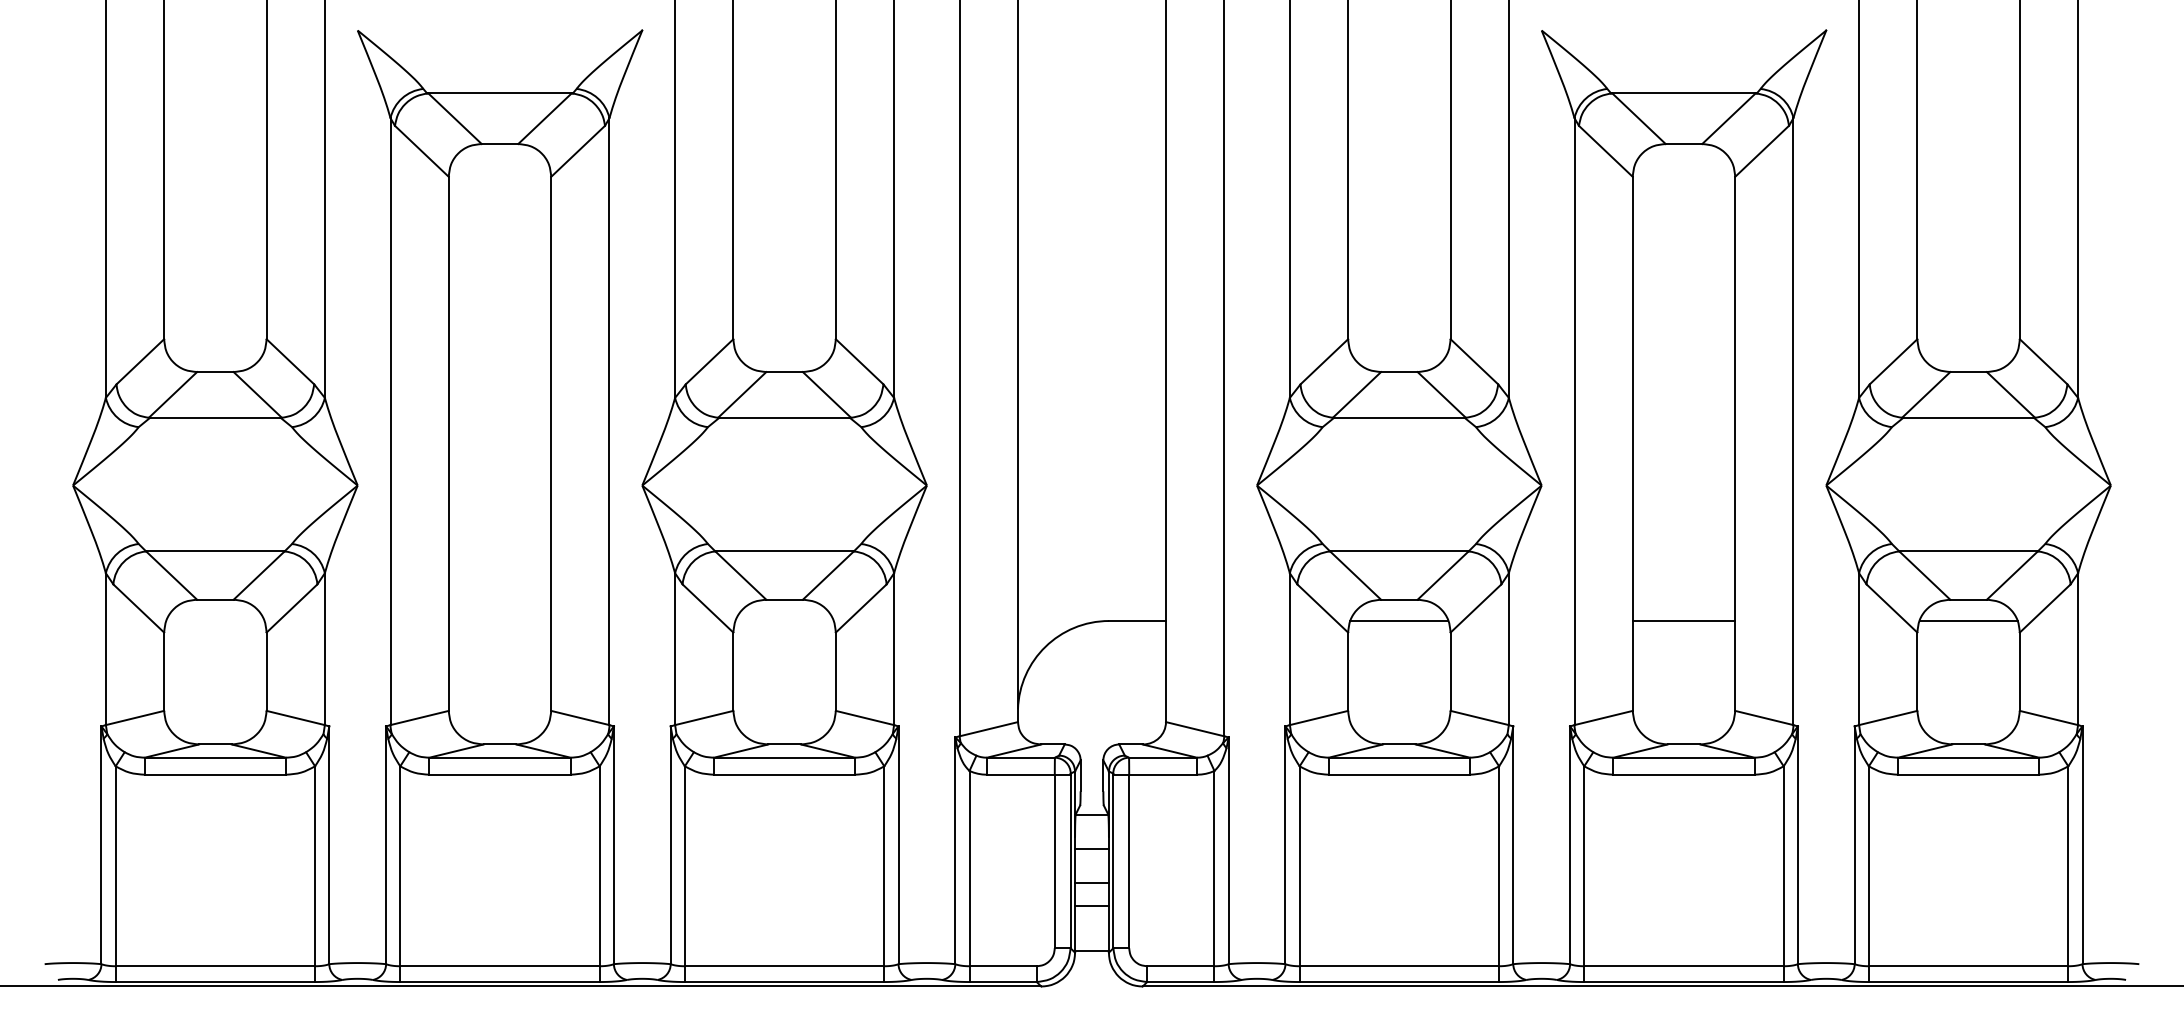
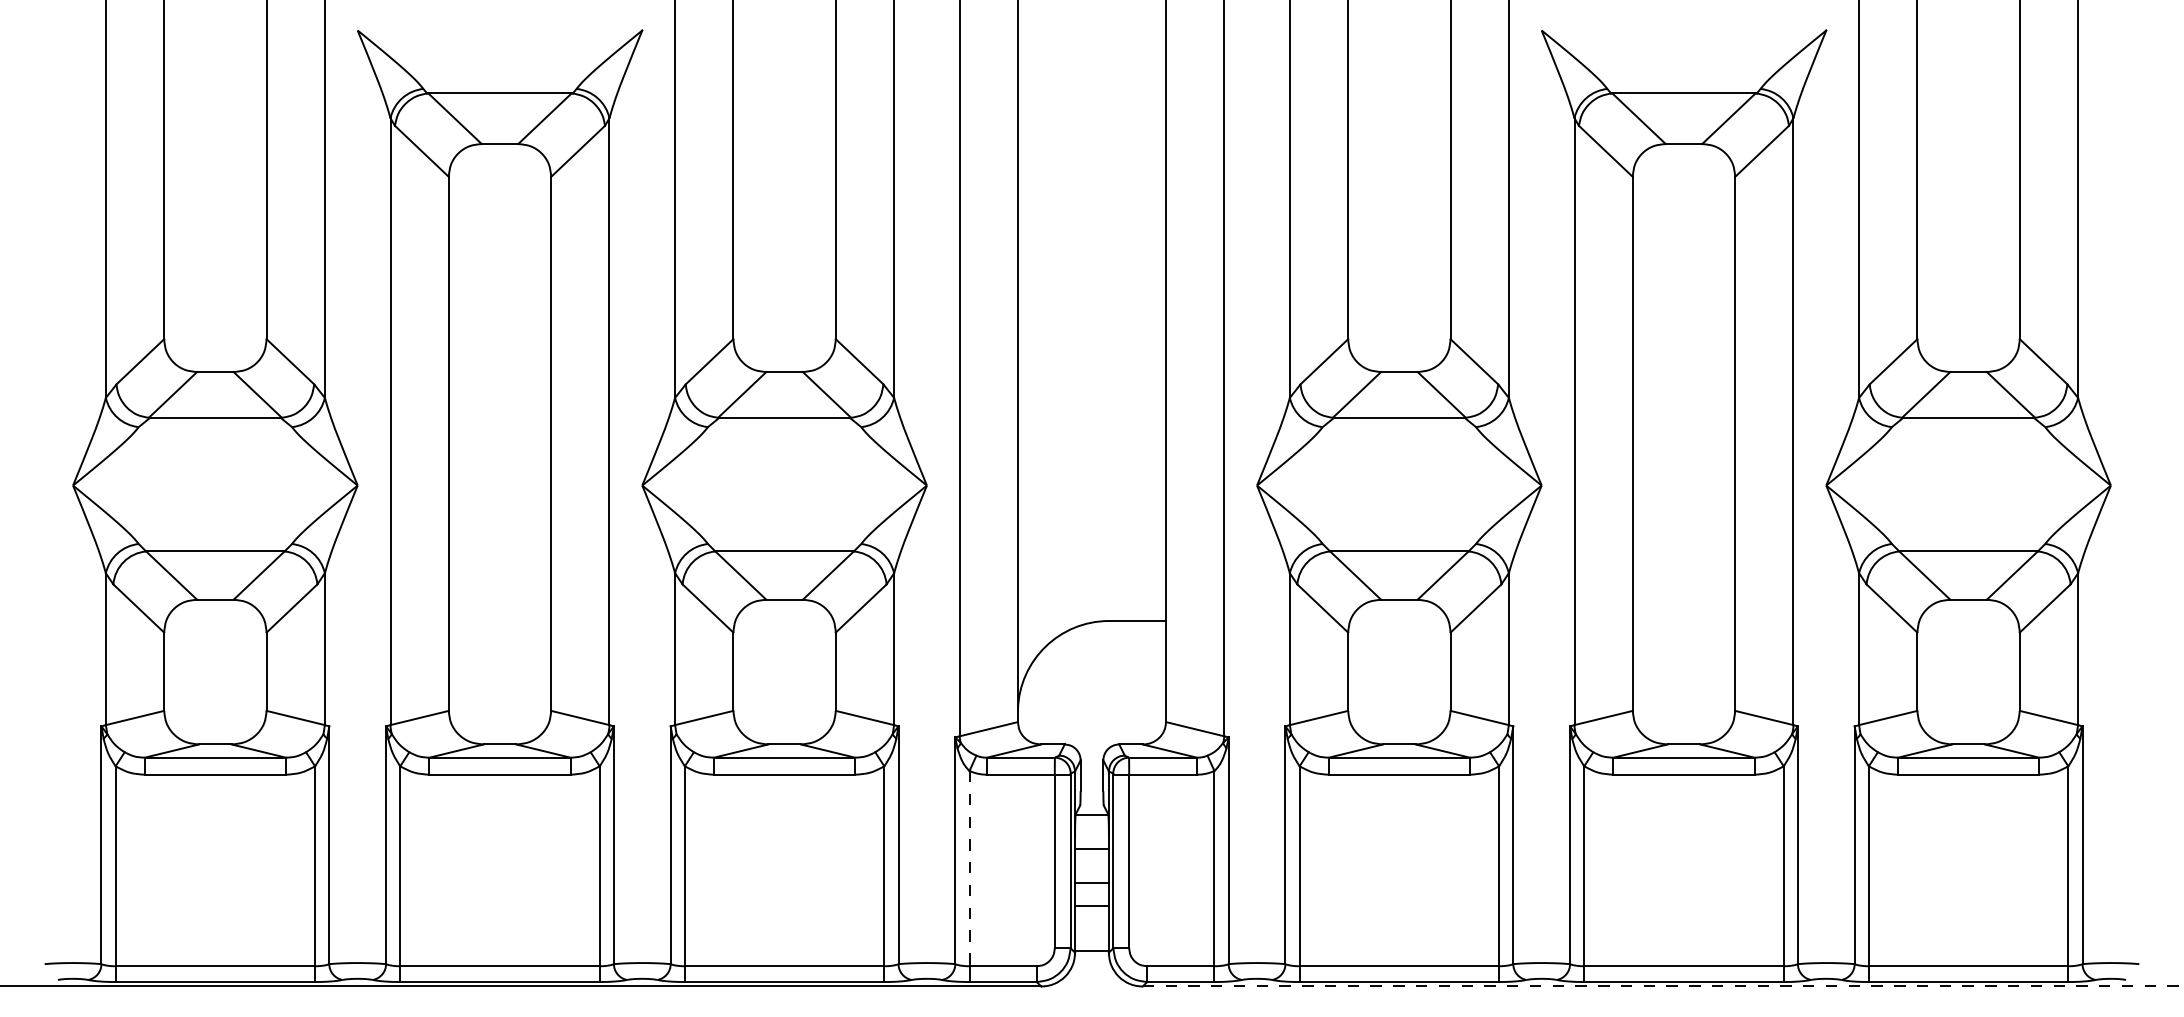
line at (1399, 621): present -> none
line at (1683, 621): present -> none
line at (1968, 621): present -> none
line at (969, 868): solid -> dashed
line at (1663, 986): solid -> dashed
